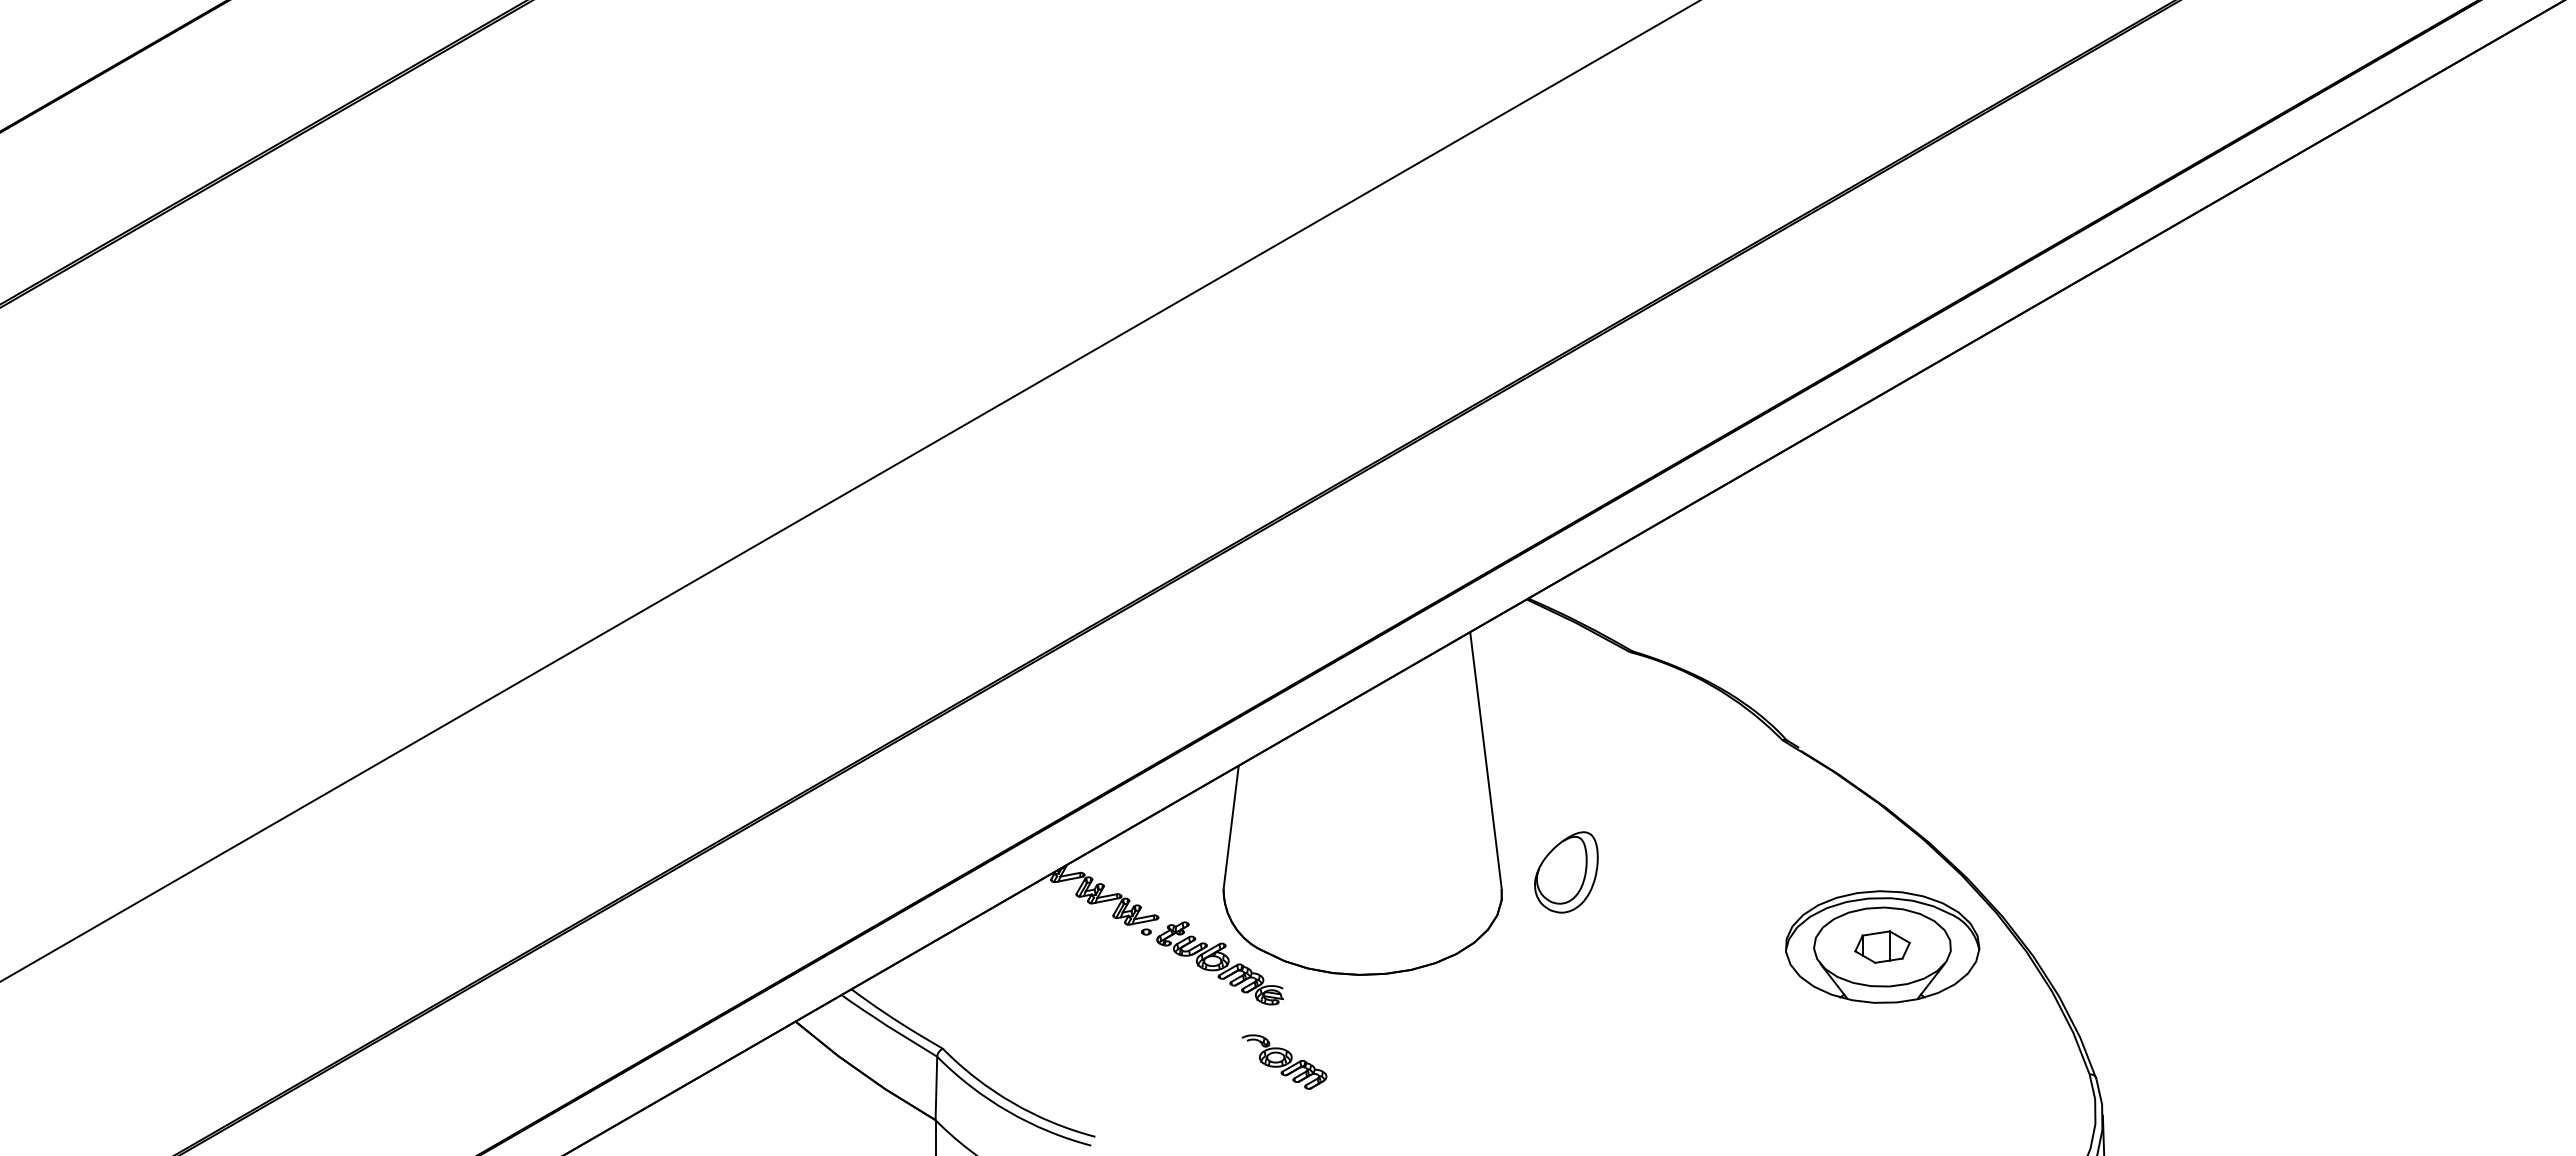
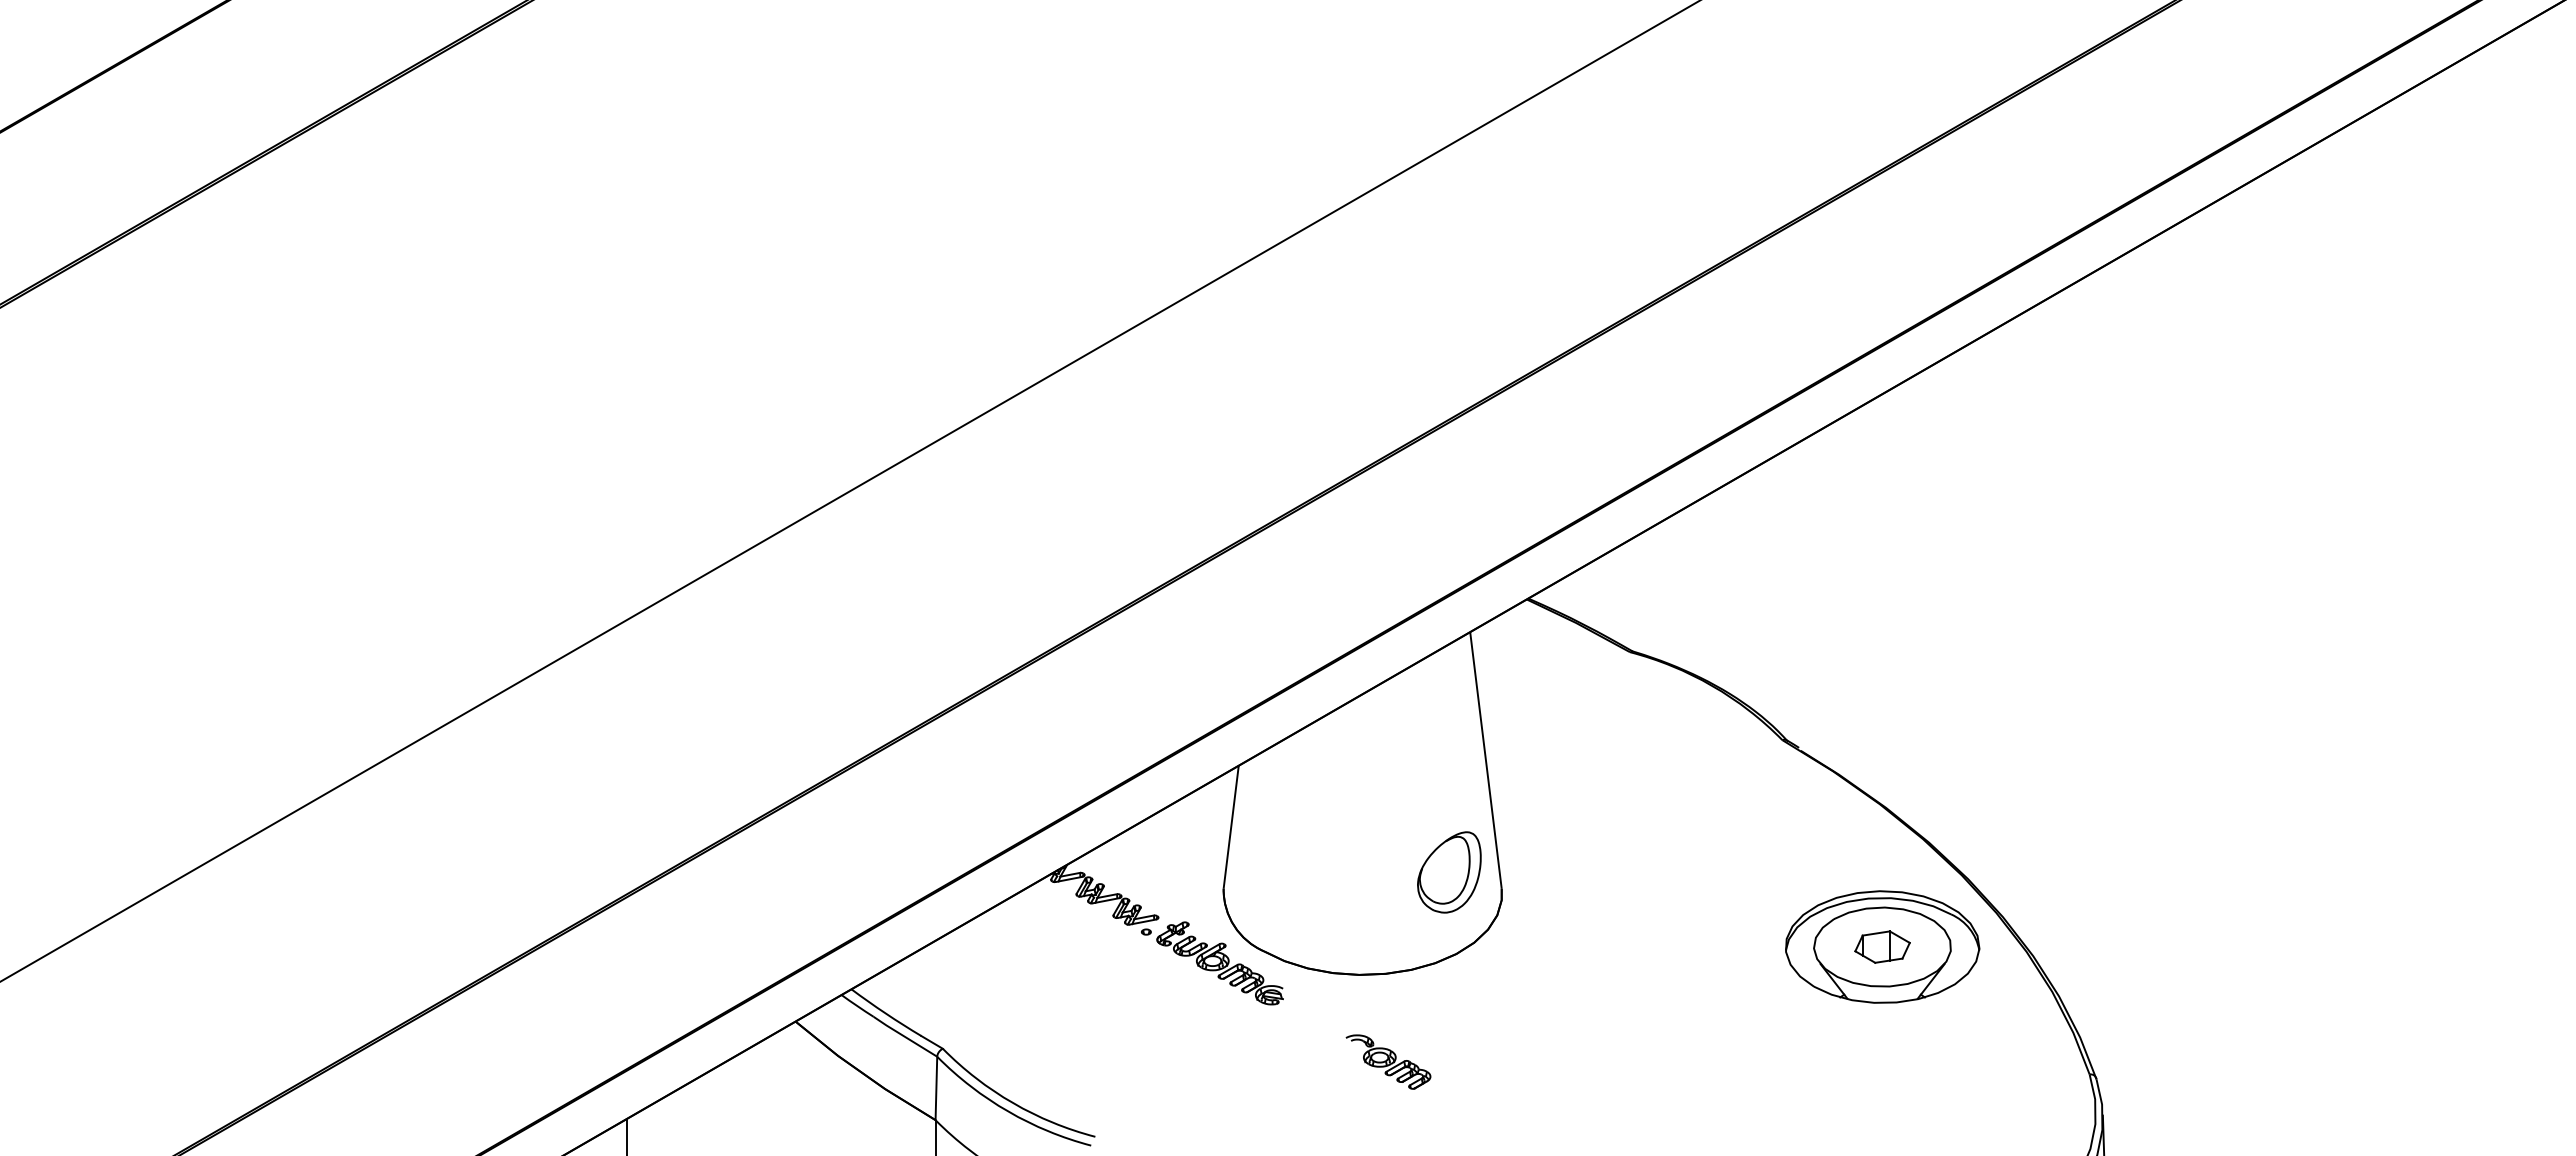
part at (1566, 872) position: (1566, 872) -> (1449, 872)
part at (1284, 1061) position: (1284, 1061) -> (1388, 1061)
line at (626, 1135): none -> present
